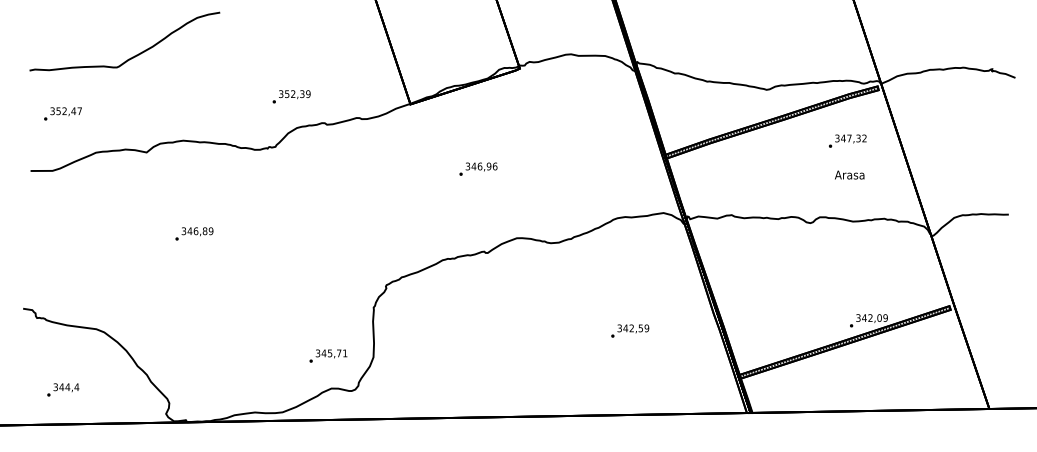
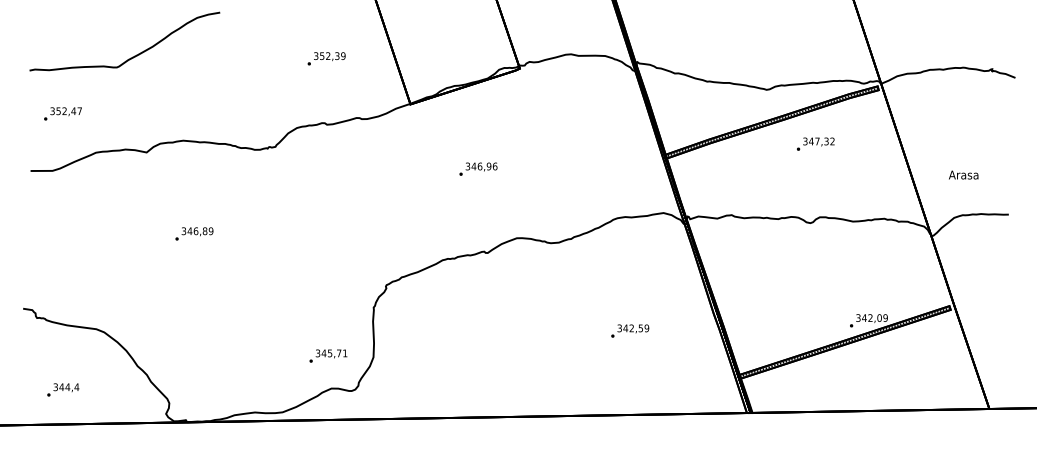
text at (291, 96) position: (291, 96) -> (326, 58)
text at (847, 140) position: (847, 140) -> (815, 143)
text at (849, 174) position: (849, 174) -> (963, 174)
